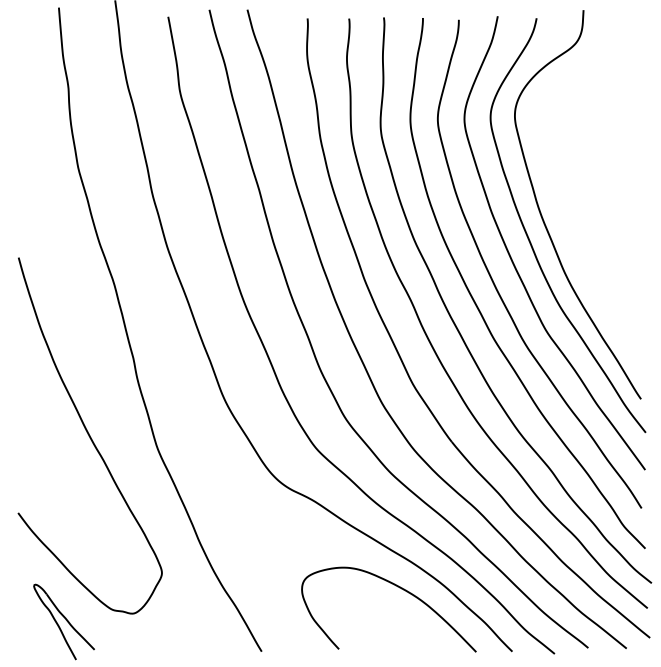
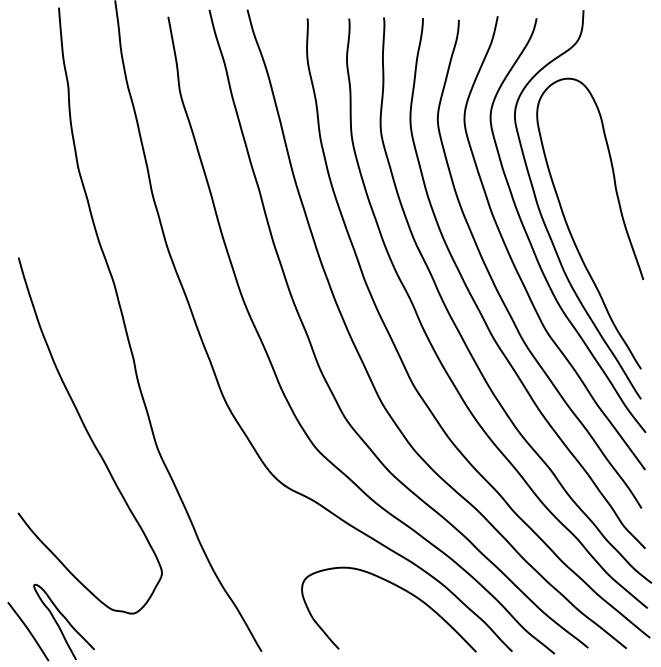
curve at (571, 232): none -> present
curve at (28, 631): none -> present
